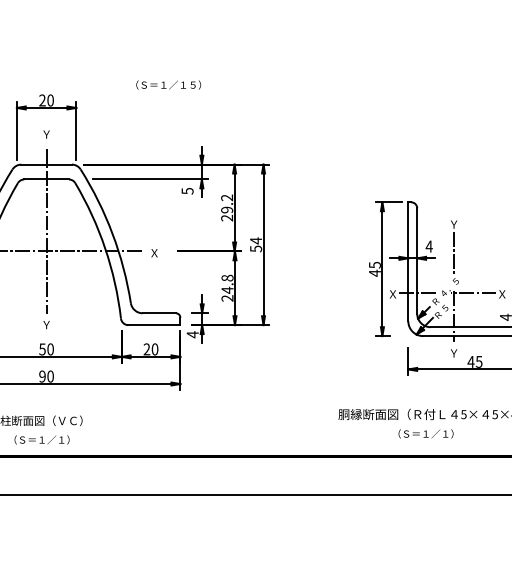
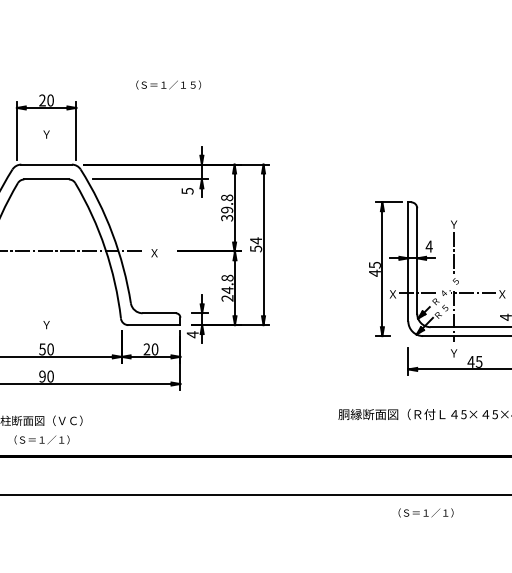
text at (227, 207): 29.2 -> 39.8
line at (46, 231): present -> none
text at (425, 433) position: (425, 433) -> (425, 512)
